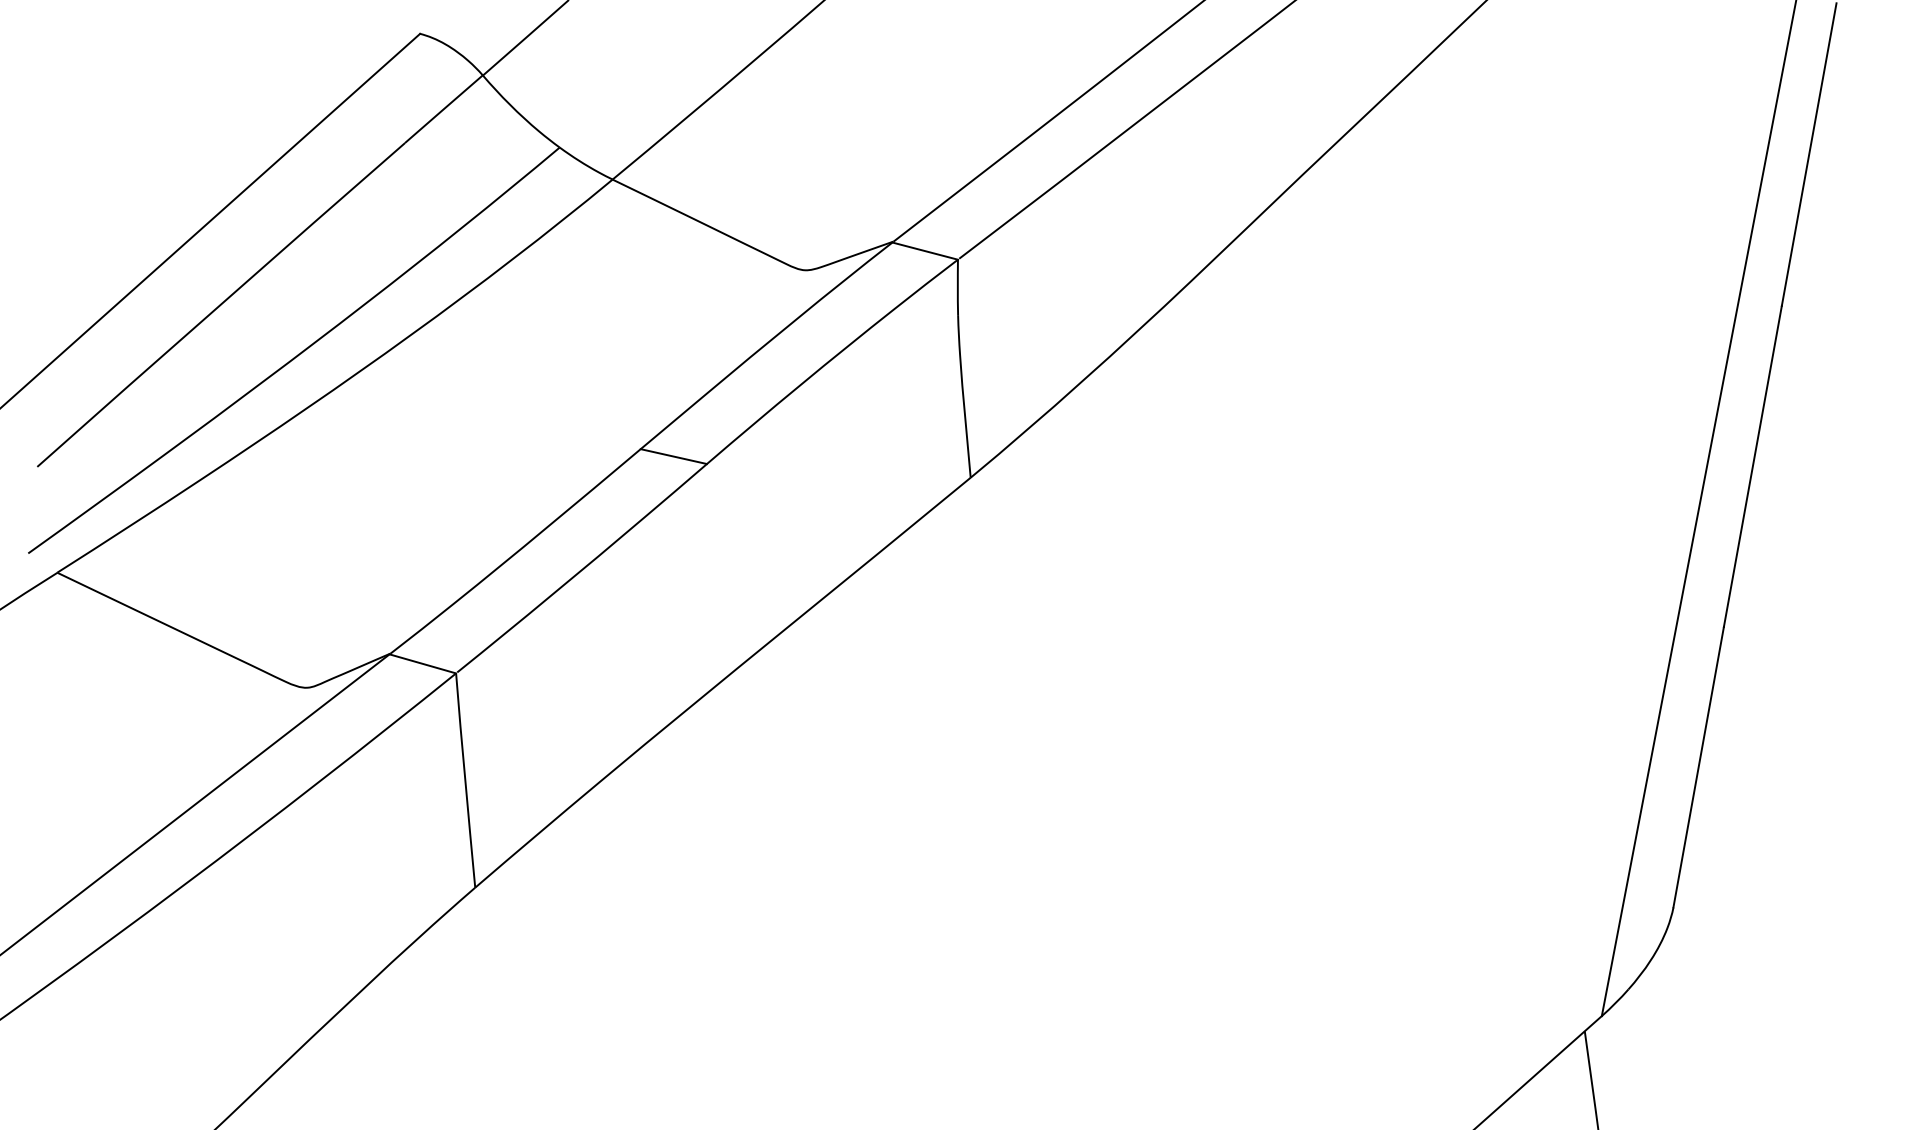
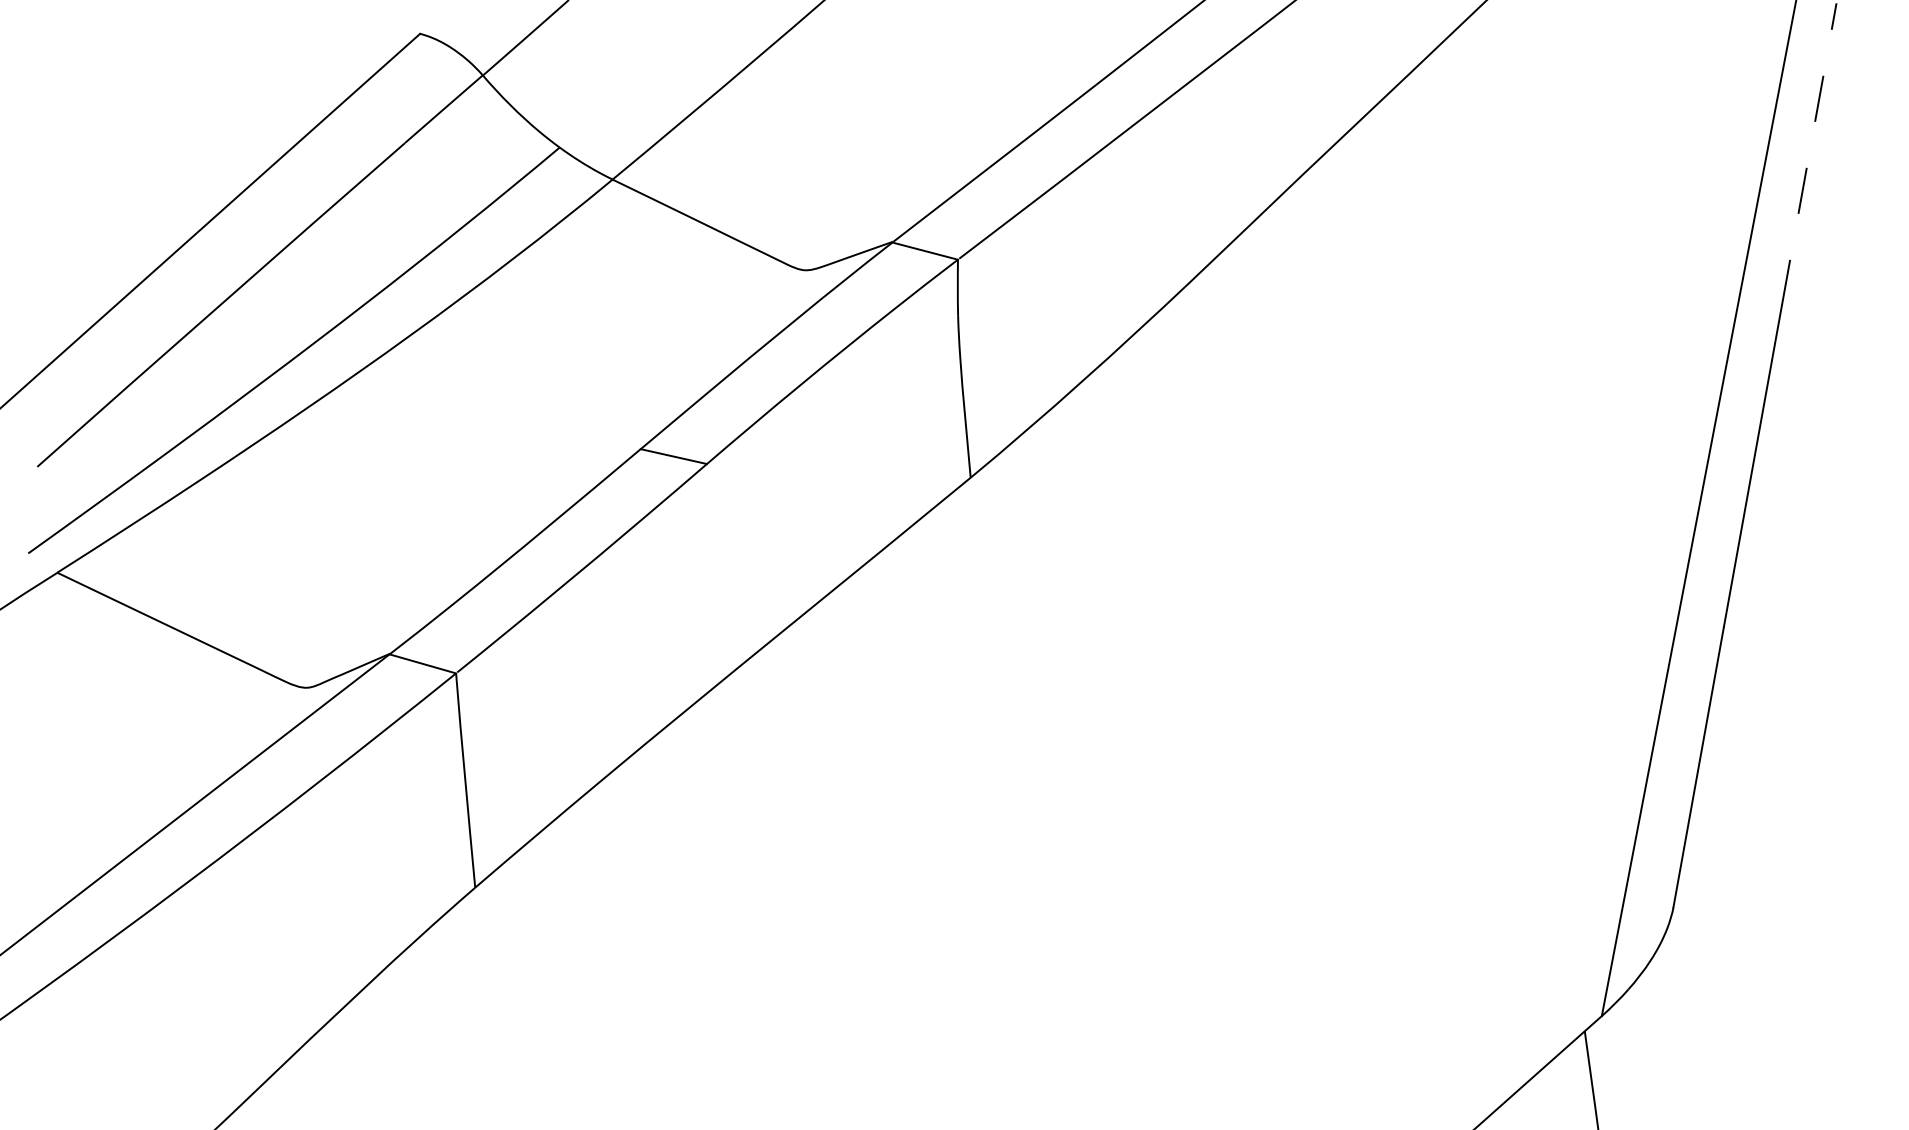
line at (1809, 154): solid -> dashed
